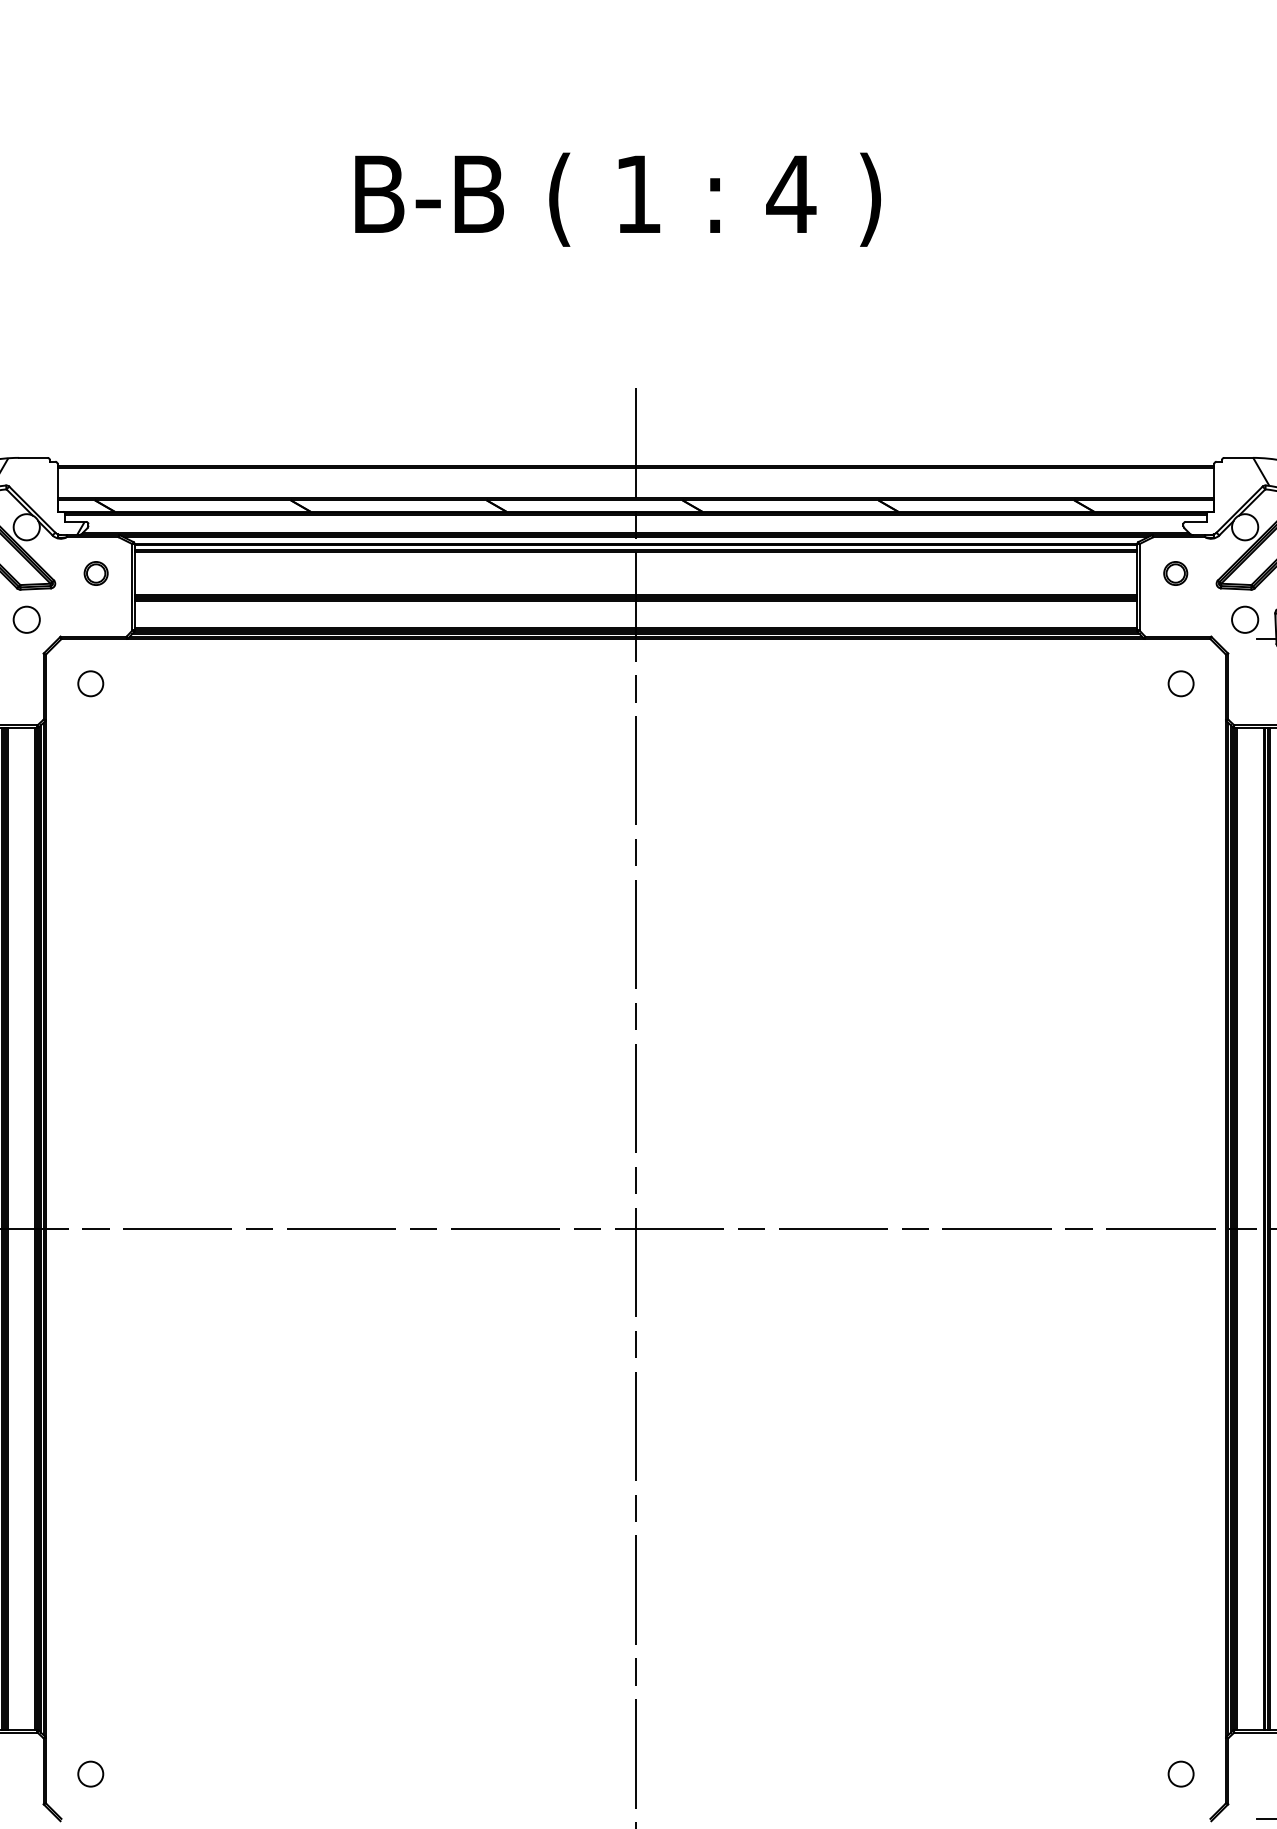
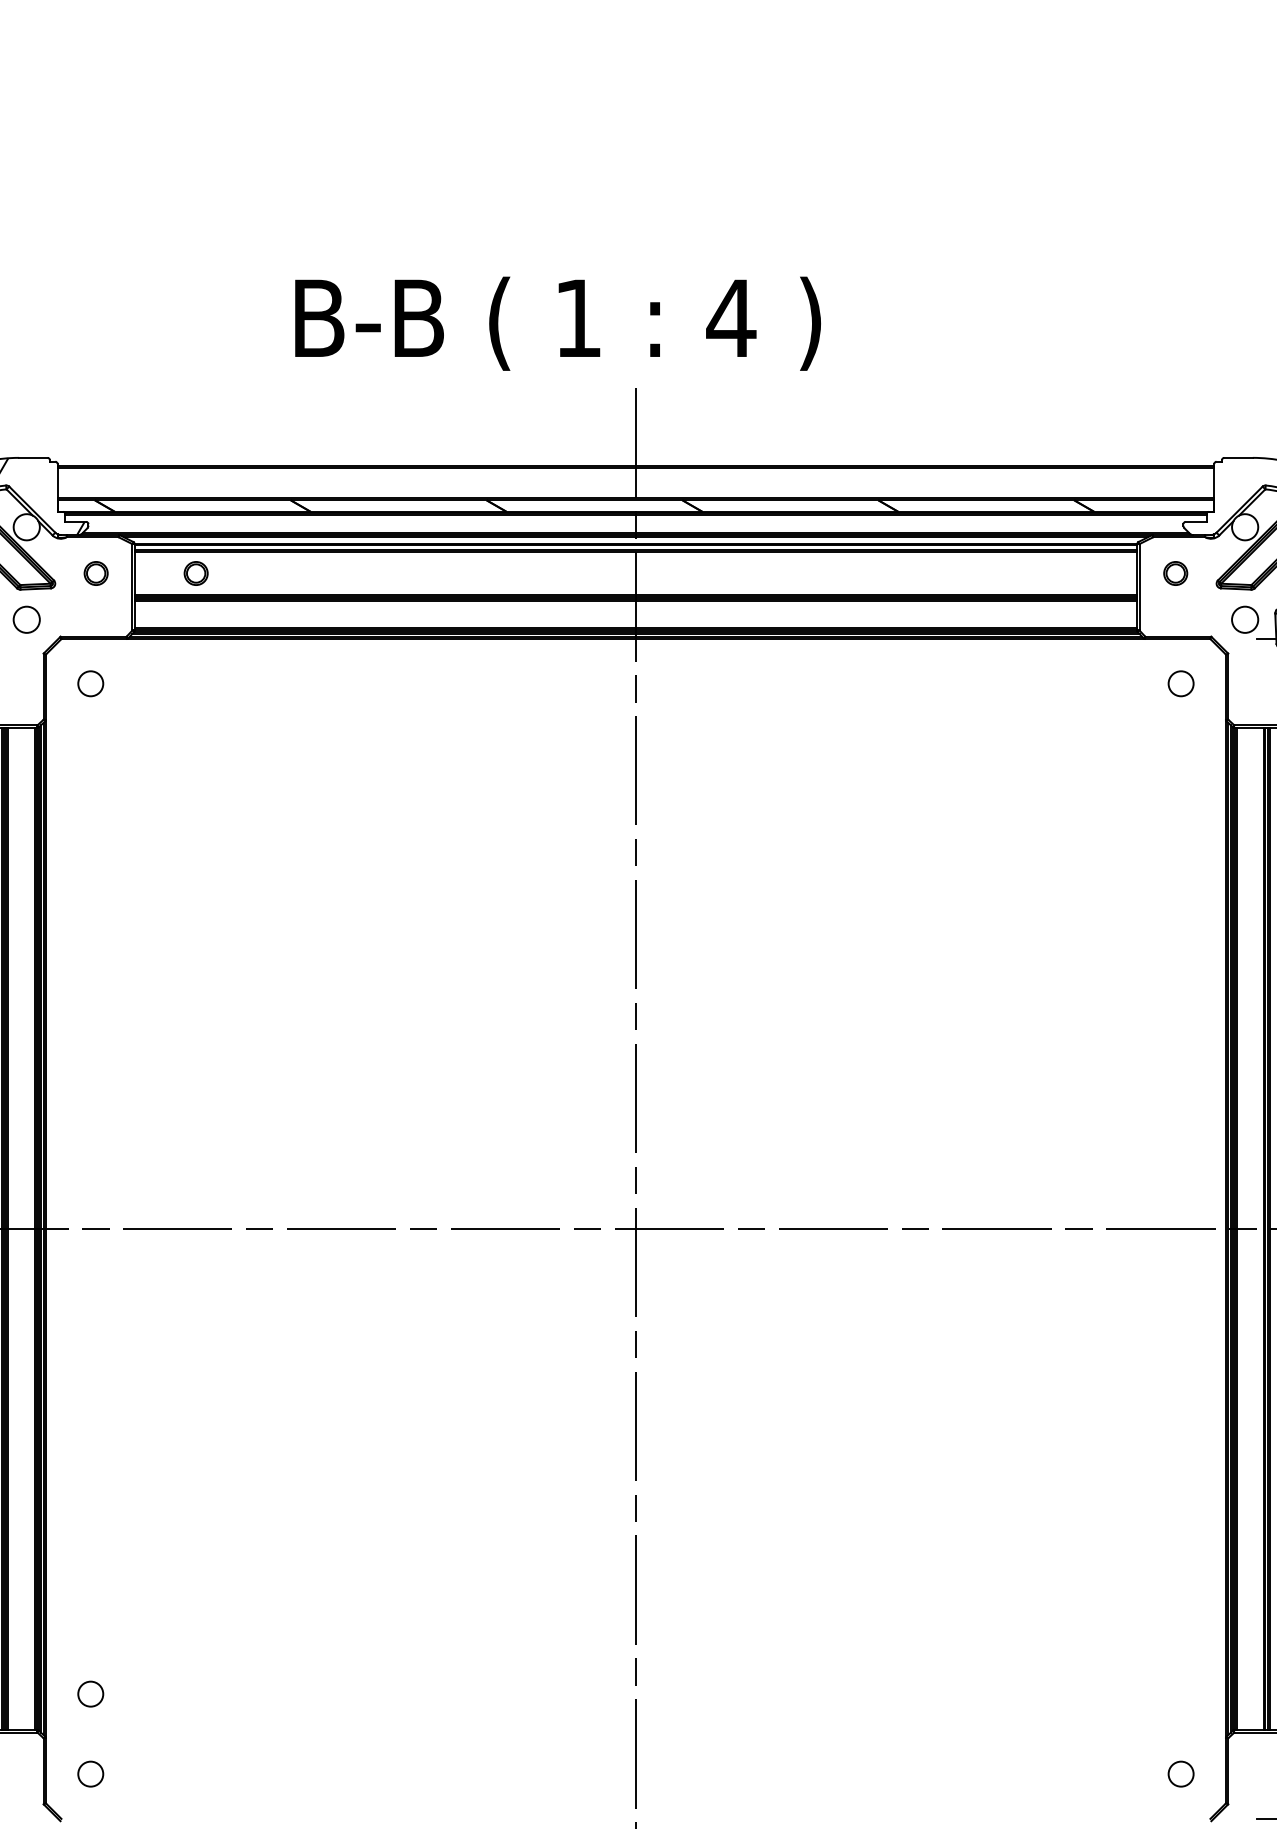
text at (617, 199) position: (617, 199) -> (557, 323)
hatch at (1261, 471): present -> none
part at (195, 573): none -> present
circle at (90, 1693): none -> present
